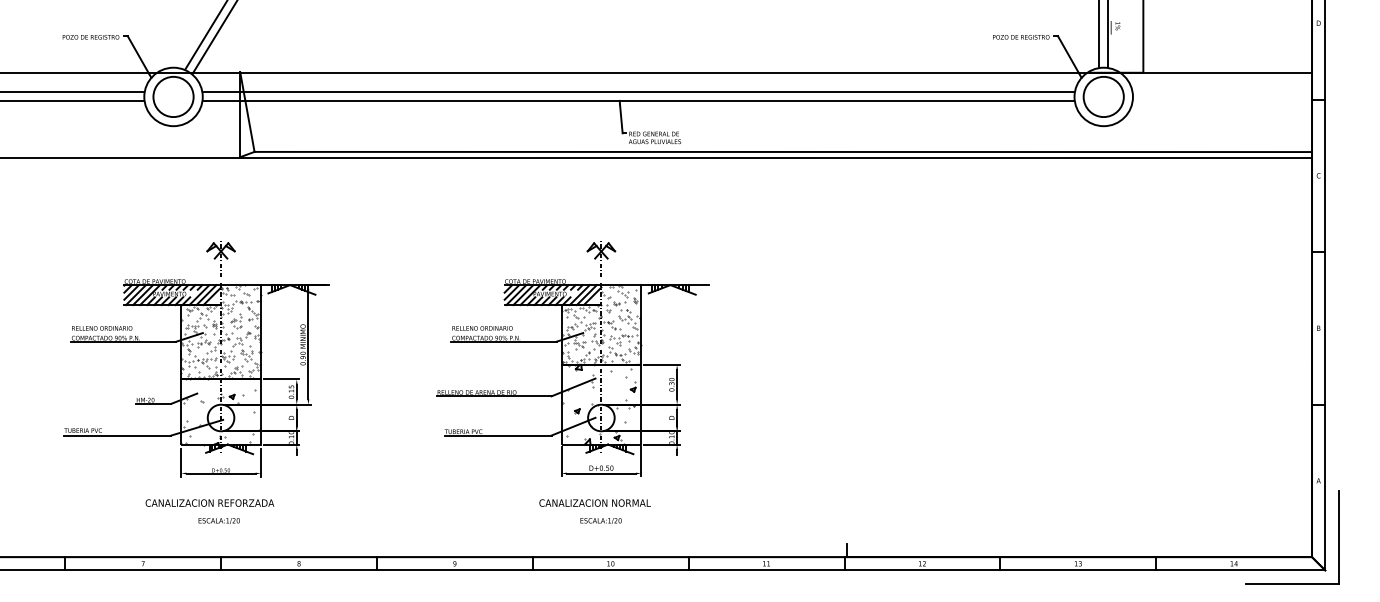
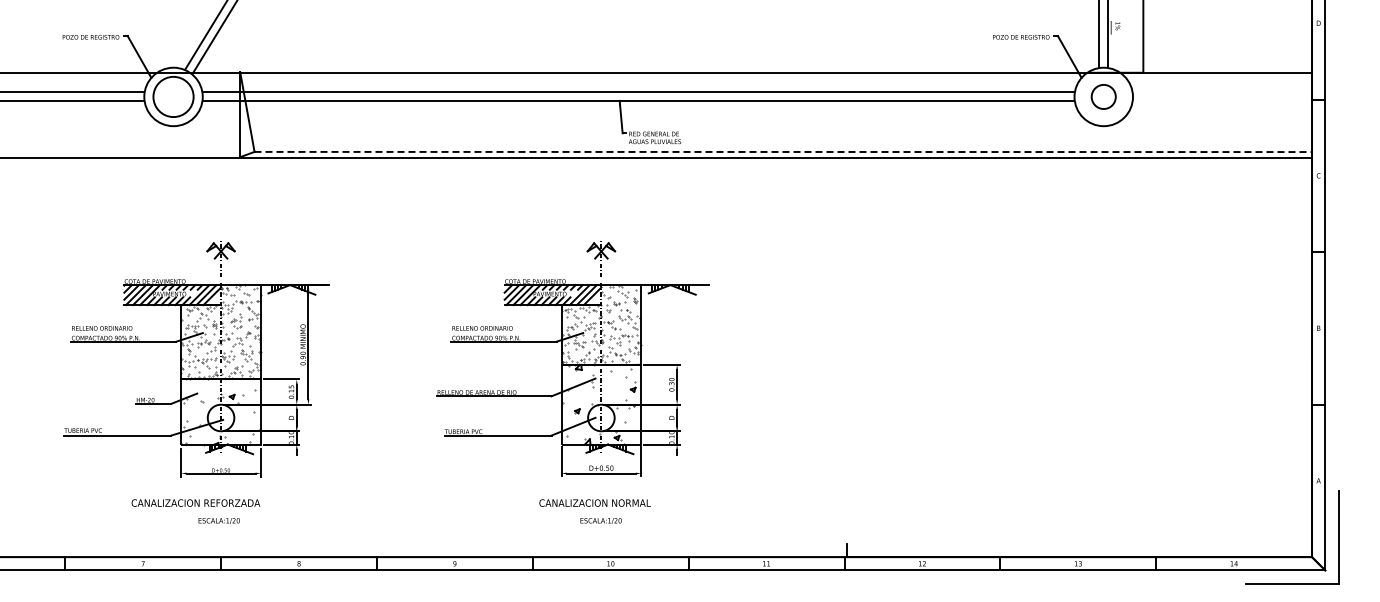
circle at (1103, 96) diameter: 40 px -> 24 px
line at (783, 151): solid -> dashed
text at (209, 502) position: (209, 502) -> (195, 502)
